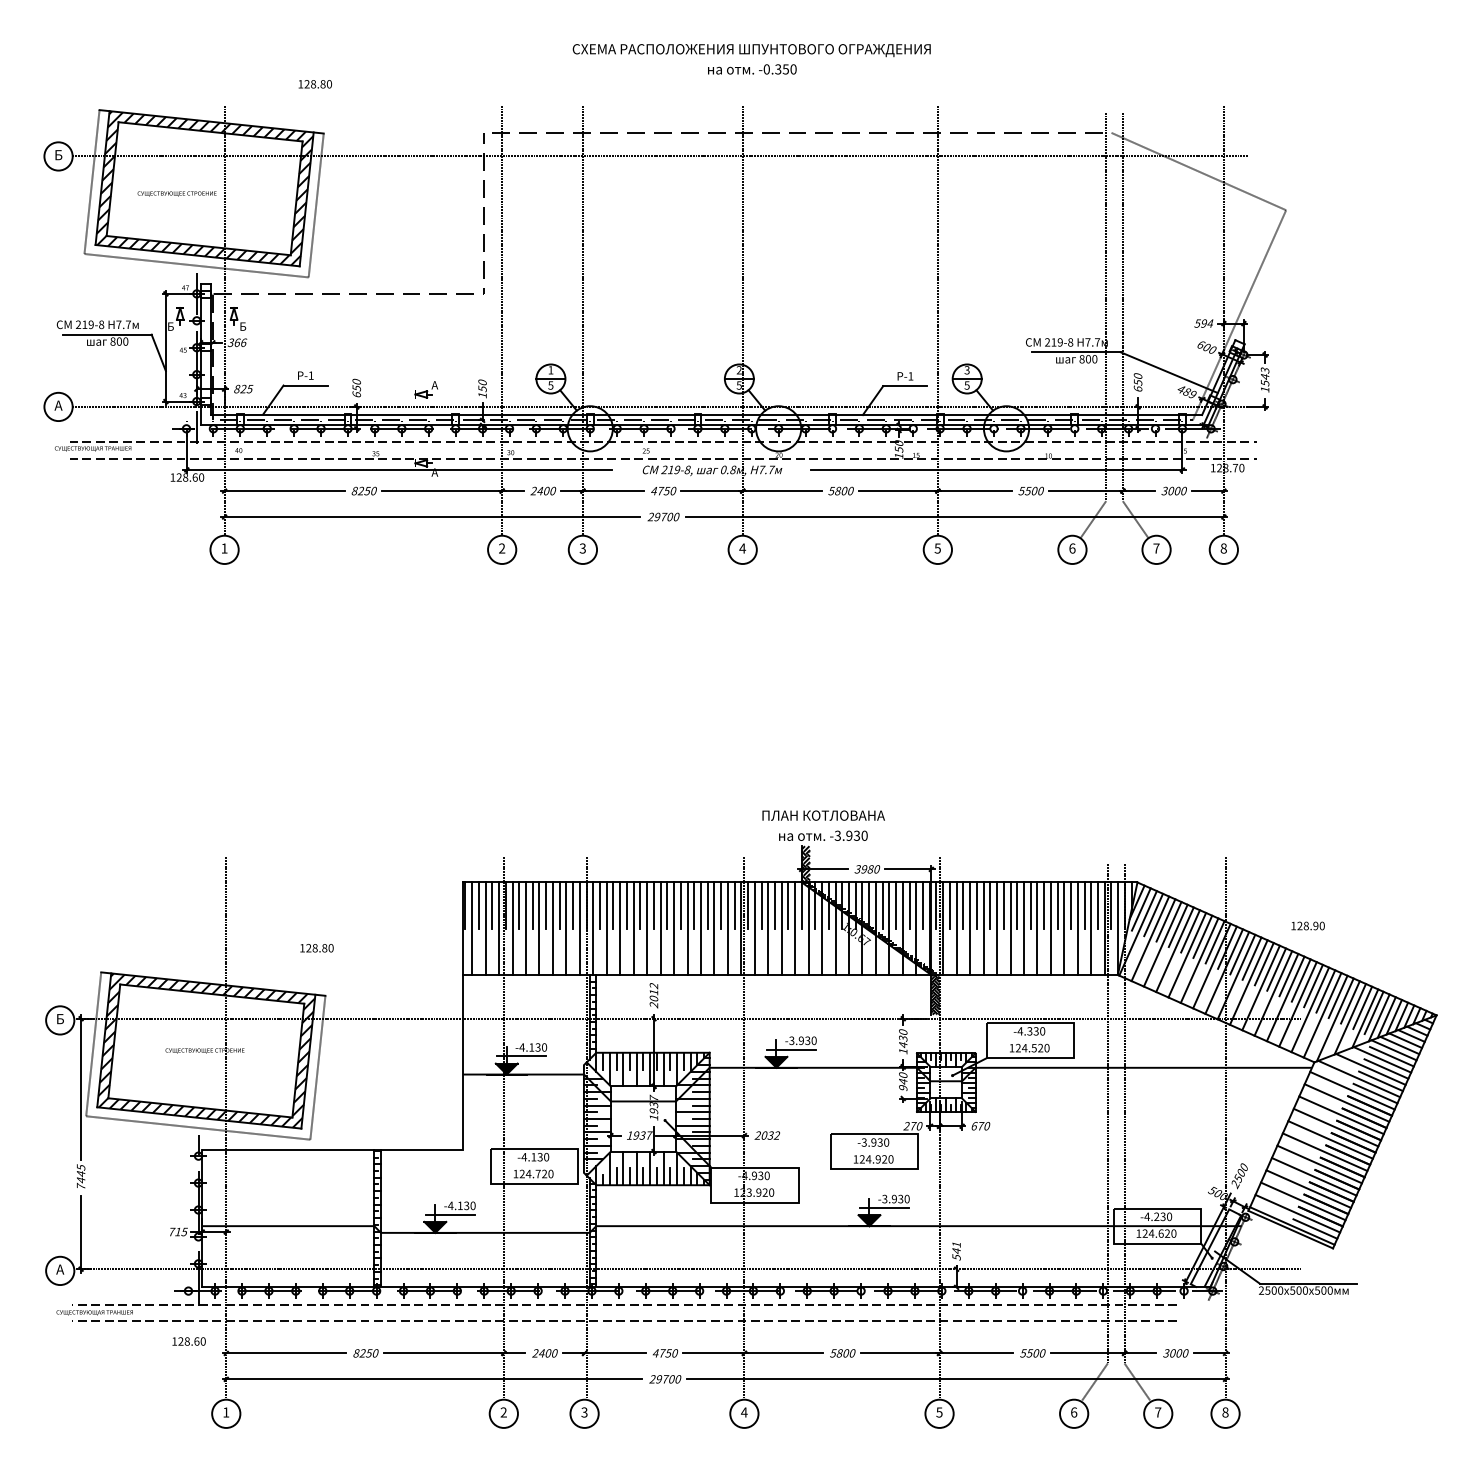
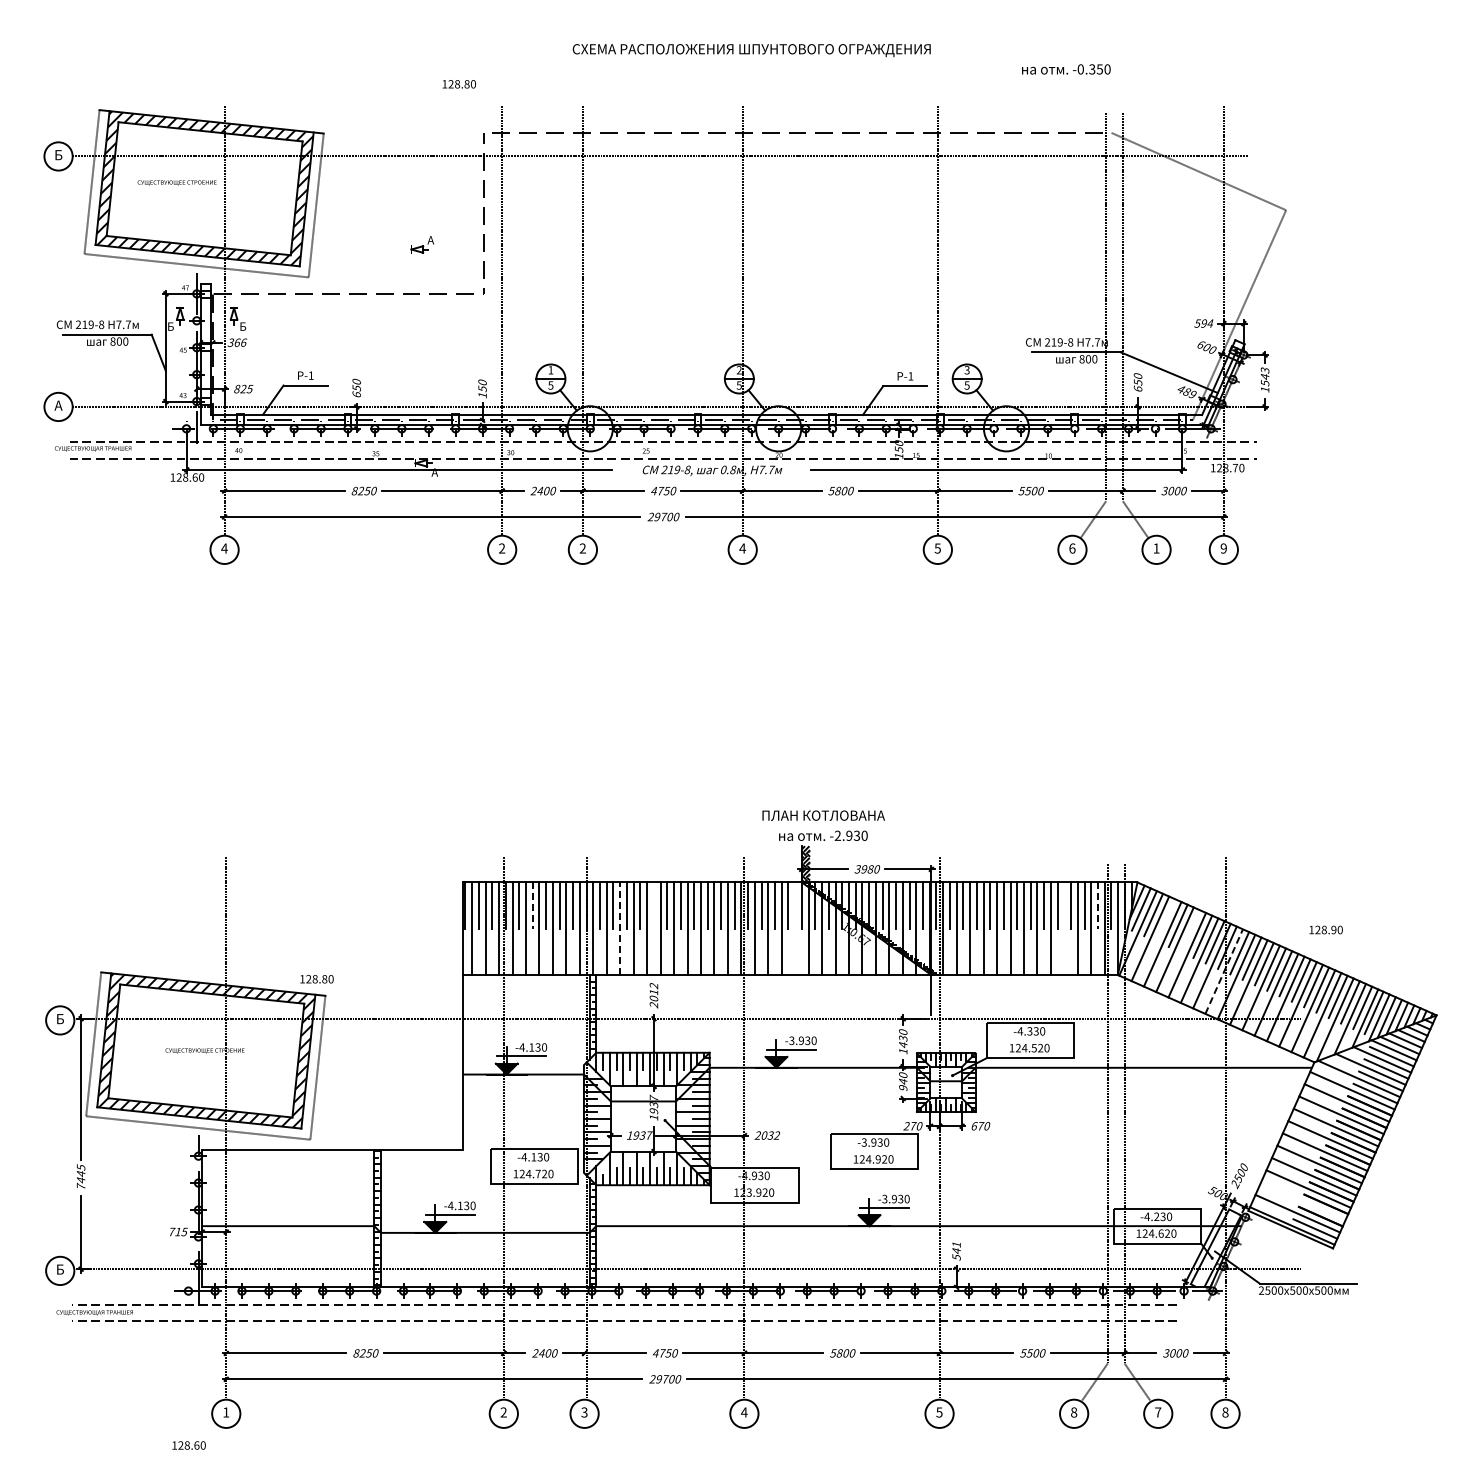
text at (752, 69) position: (752, 69) -> (1066, 69)
text at (314, 84) position: (314, 84) -> (458, 84)
text at (176, 193) position: (176, 193) -> (176, 182)
part at (425, 389) position: (425, 389) -> (421, 244)
text at (224, 548): 1 -> 4
text at (582, 548): 3 -> 2
text at (1156, 548): 7 -> 1
text at (1223, 548): 8 -> 9
text at (837, 835): -3.930 -> -2.930
line at (653, 905): present -> none
line at (532, 906): solid -> dashed
line at (1097, 906): solid -> dashed
line at (1165, 920): present -> none
text at (1307, 925) position: (1307, 925) -> (1325, 929)
line at (620, 928): solid -> dashed
line at (795, 928): present -> none
line at (1064, 928): present -> none
line at (1190, 931): present -> none
text at (316, 948) position: (316, 948) -> (316, 979)
line at (1224, 971): solid -> dashed
hatch at (935, 994): present -> none
line at (1303, 1201): present -> none
text at (60, 1269): А -> Б
text at (188, 1341) position: (188, 1341) -> (188, 1445)
text at (1074, 1412): 6 -> 8
